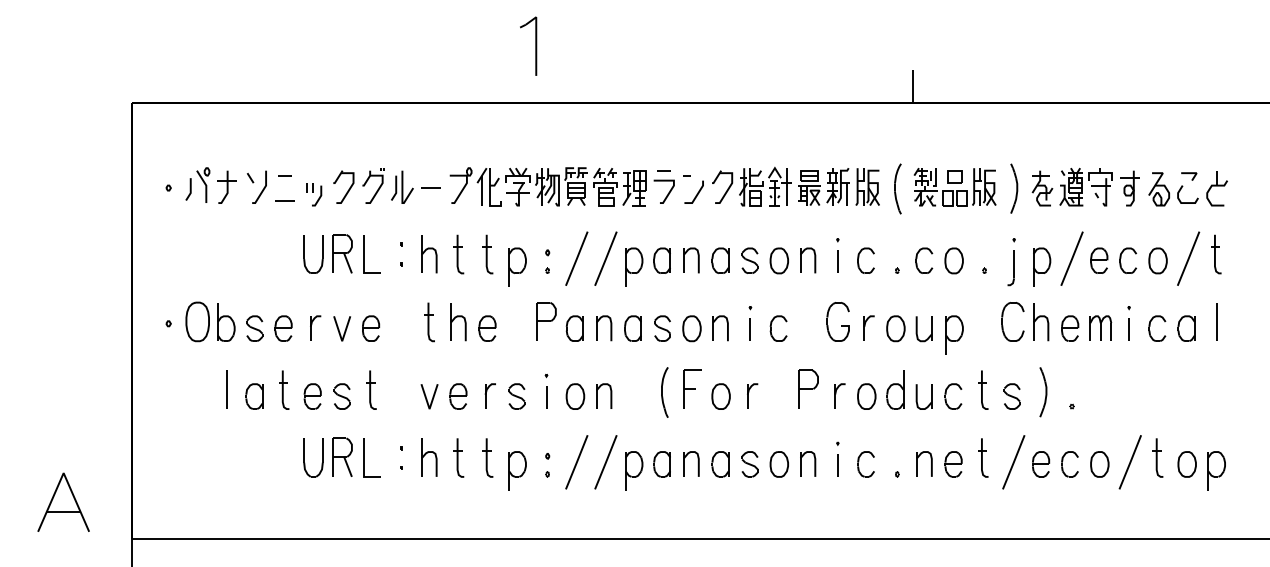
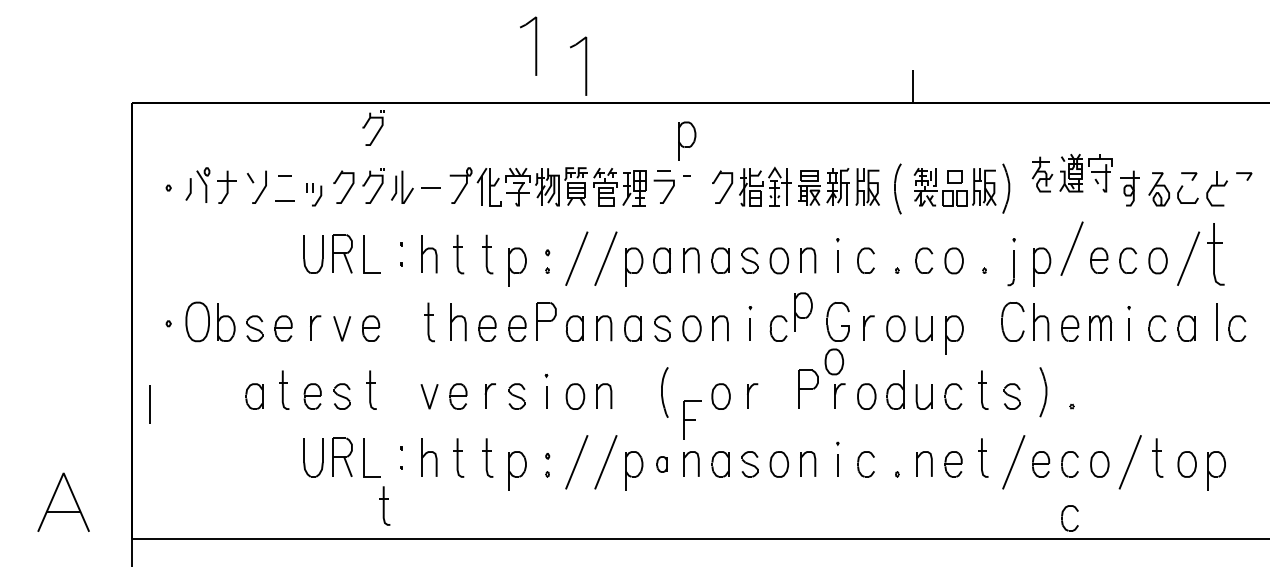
part at (585, 65): none -> present
part at (373, 127): none -> present
part at (687, 140): none -> present
curve at (1244, 174): none -> present
part at (1071, 187) position: (1071, 187) -> (1071, 173)
part at (1014, 188) position: (1014, 188) -> (1006, 188)
curve at (697, 192): present -> none
part at (1216, 254) size: 11x41 px -> 18x63 px
line at (1071, 258) position: (1071, 258) -> (1071, 248)
part at (803, 311): none -> present
part at (1230, 326): none -> present
part at (517, 328): none -> present
part at (833, 361): none -> present
part at (692, 388) position: (692, 388) -> (692, 419)
line at (226, 389) position: (226, 389) -> (149, 404)
part at (661, 464) size: 18x27 px -> 12x17 px
part at (384, 505): none -> present
part at (1062, 518): none -> present
